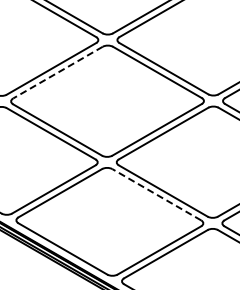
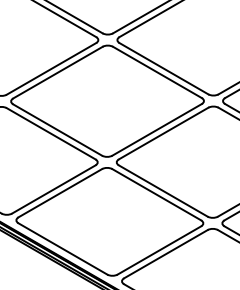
line at (57, 72): dashed -> solid
line at (156, 194): dashed -> solid
